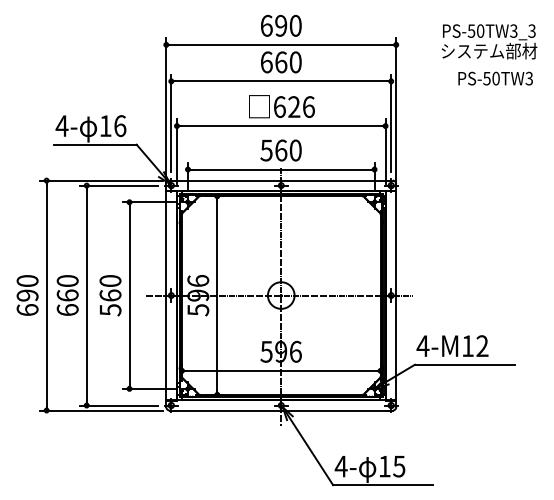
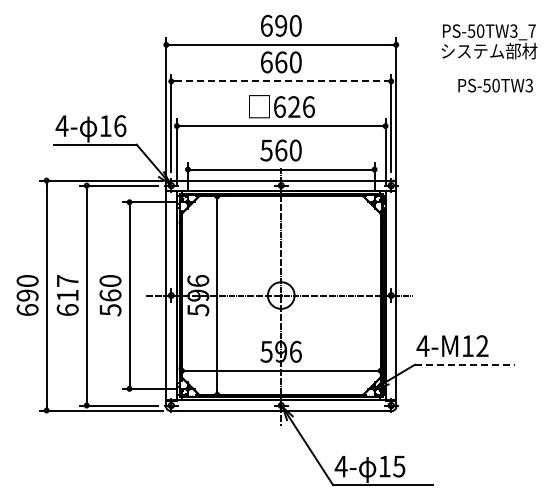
text at (531, 30): PS-50TW3_3 -> PS-50TW3_7
text at (495, 78) position: (495, 78) -> (495, 85)
line at (281, 81): solid -> dashed
text at (67, 288): 660 -> 617
line at (465, 364): solid -> dashed
